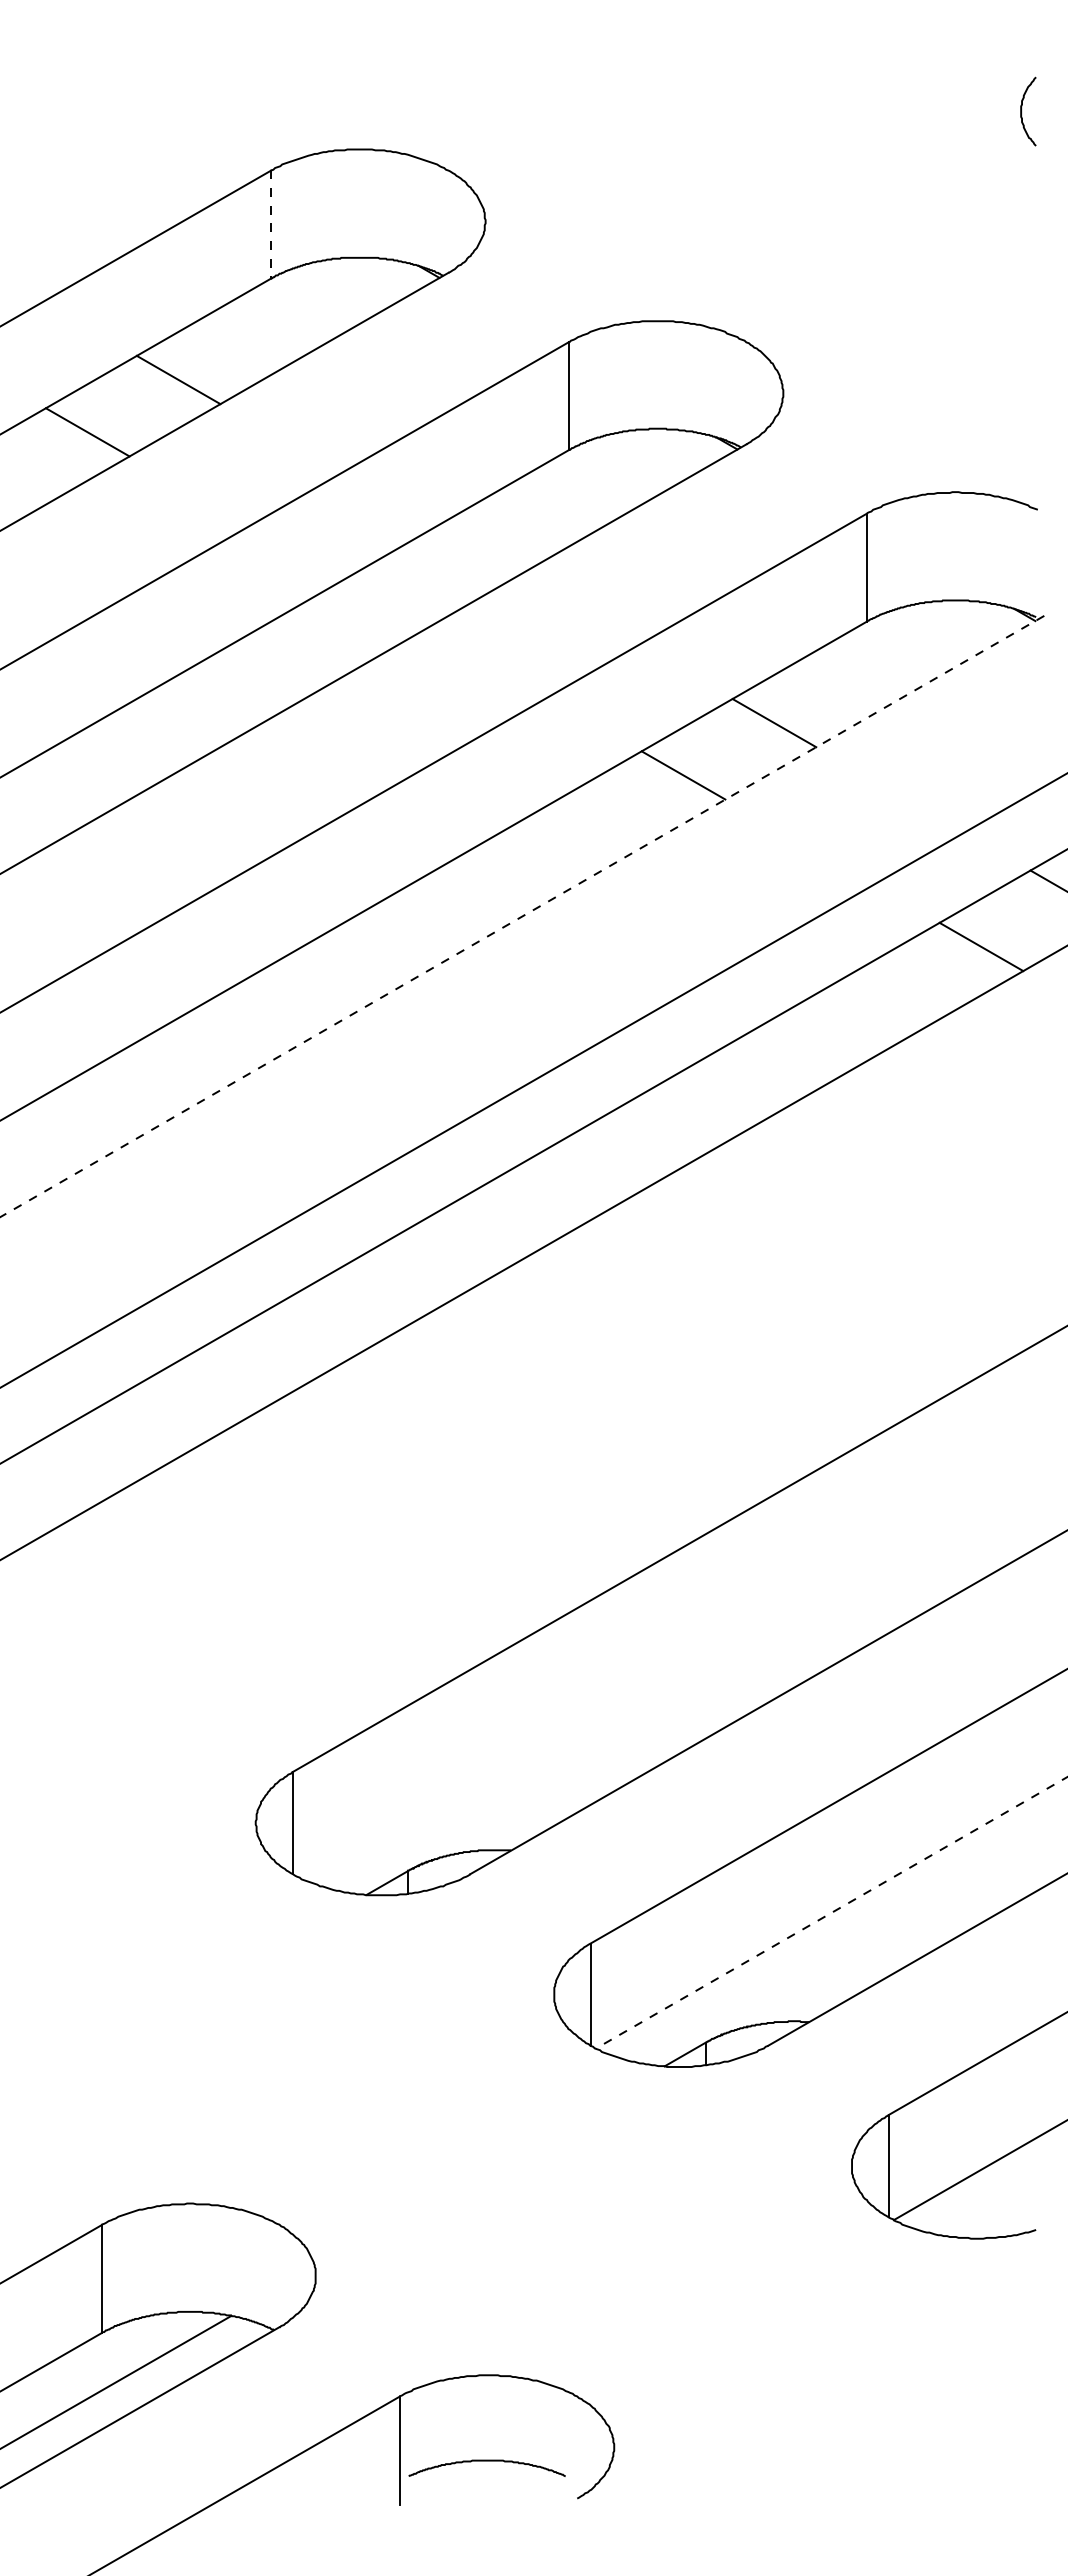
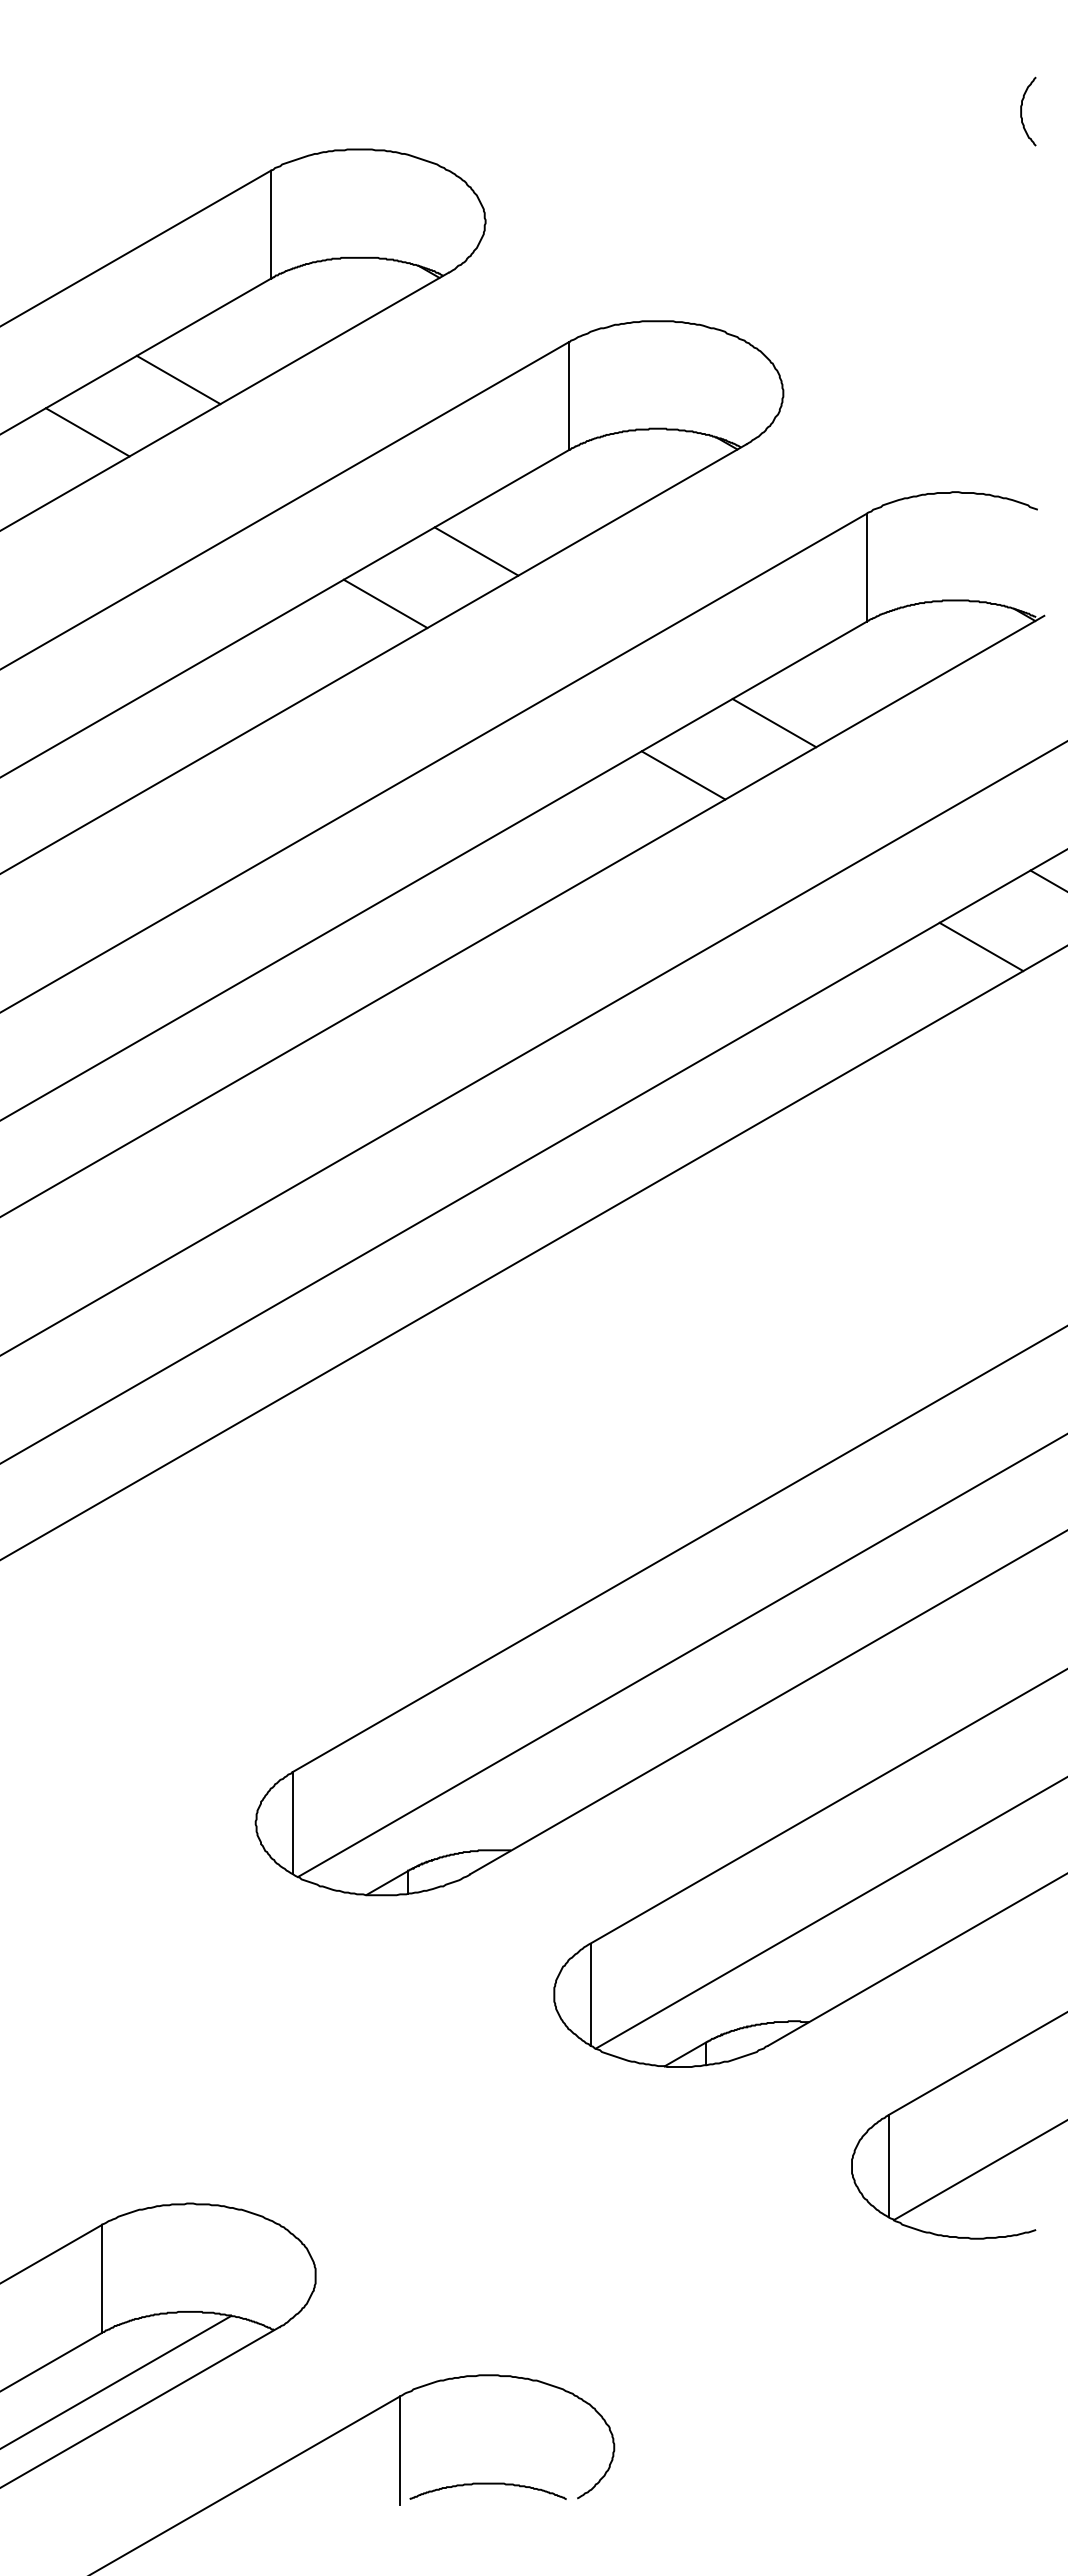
line at (271, 224): dashed -> solid
line at (476, 551): none -> present
line at (385, 603): none -> present
line at (521, 916): dashed -> solid
line at (533, 1080) position: (533, 1080) -> (533, 1048)
line at (681, 1656): none -> present
line at (831, 1912): dashed -> solid
curve at (486, 2461) position: (486, 2461) -> (487, 2484)
